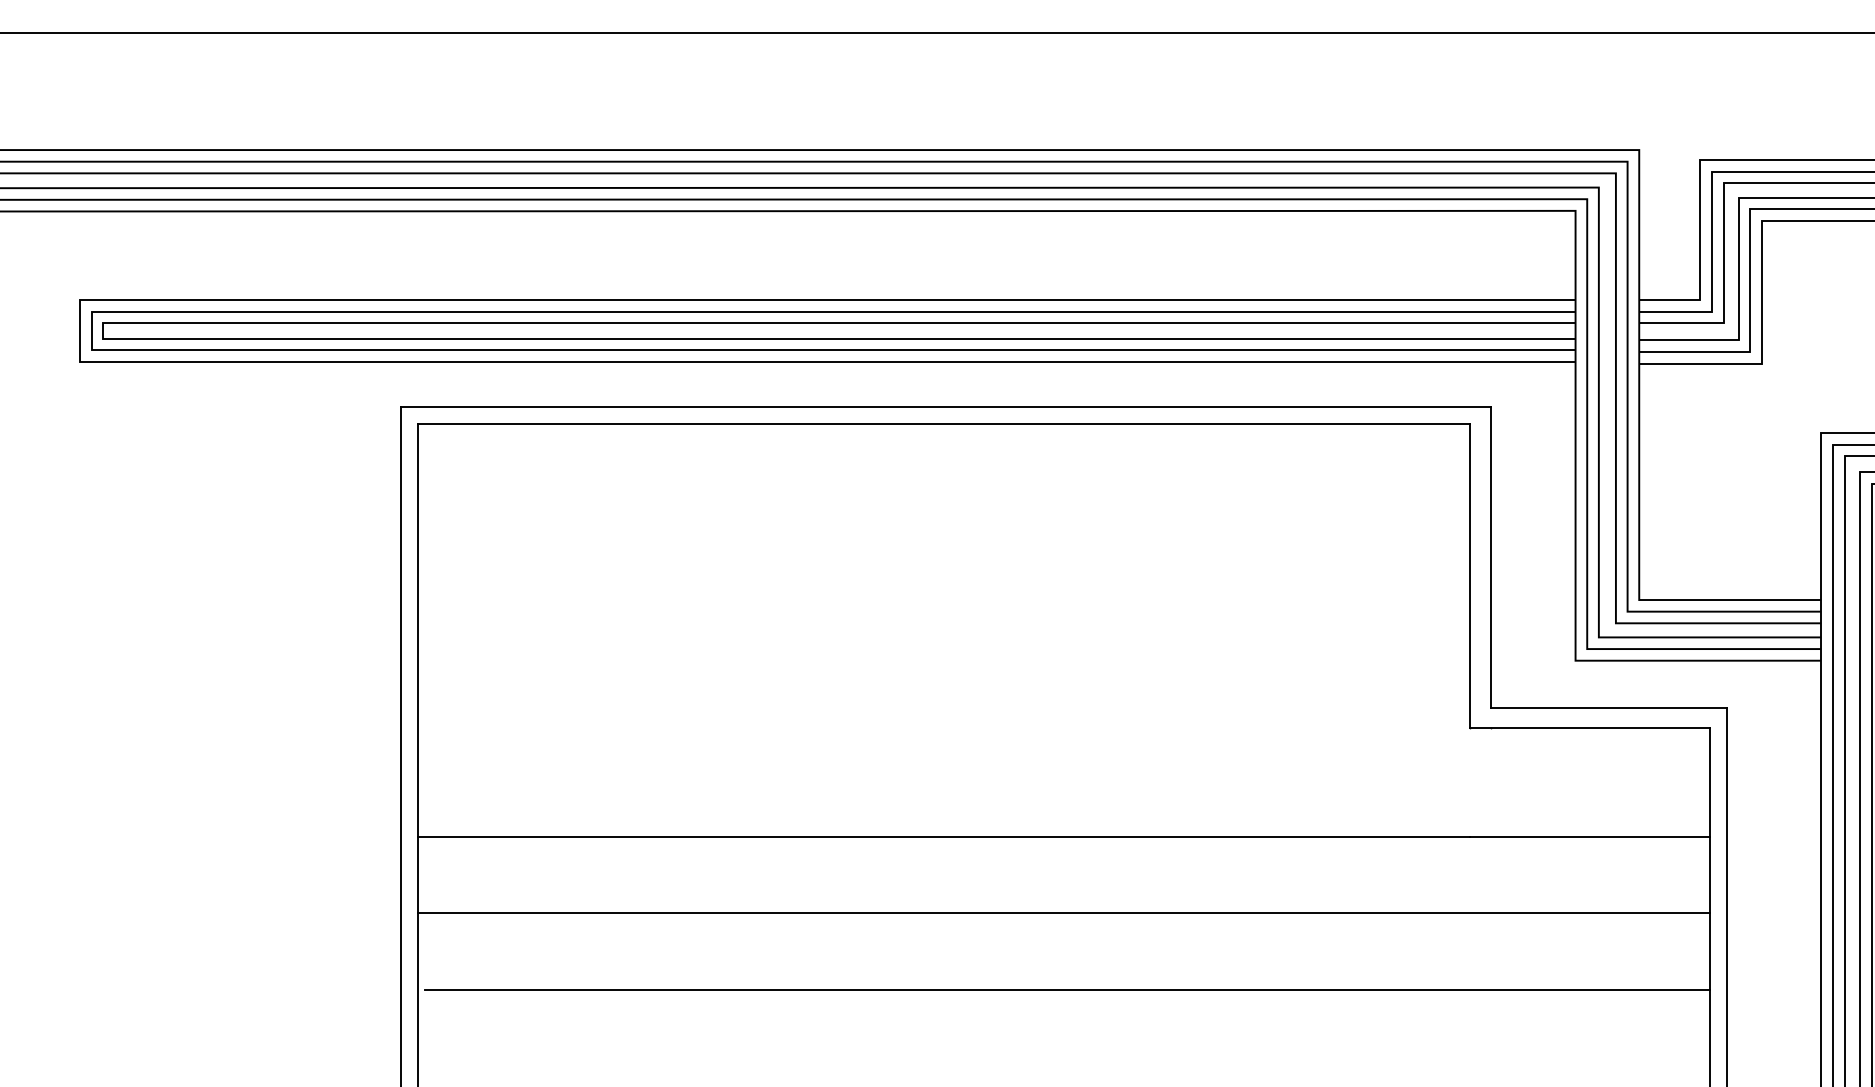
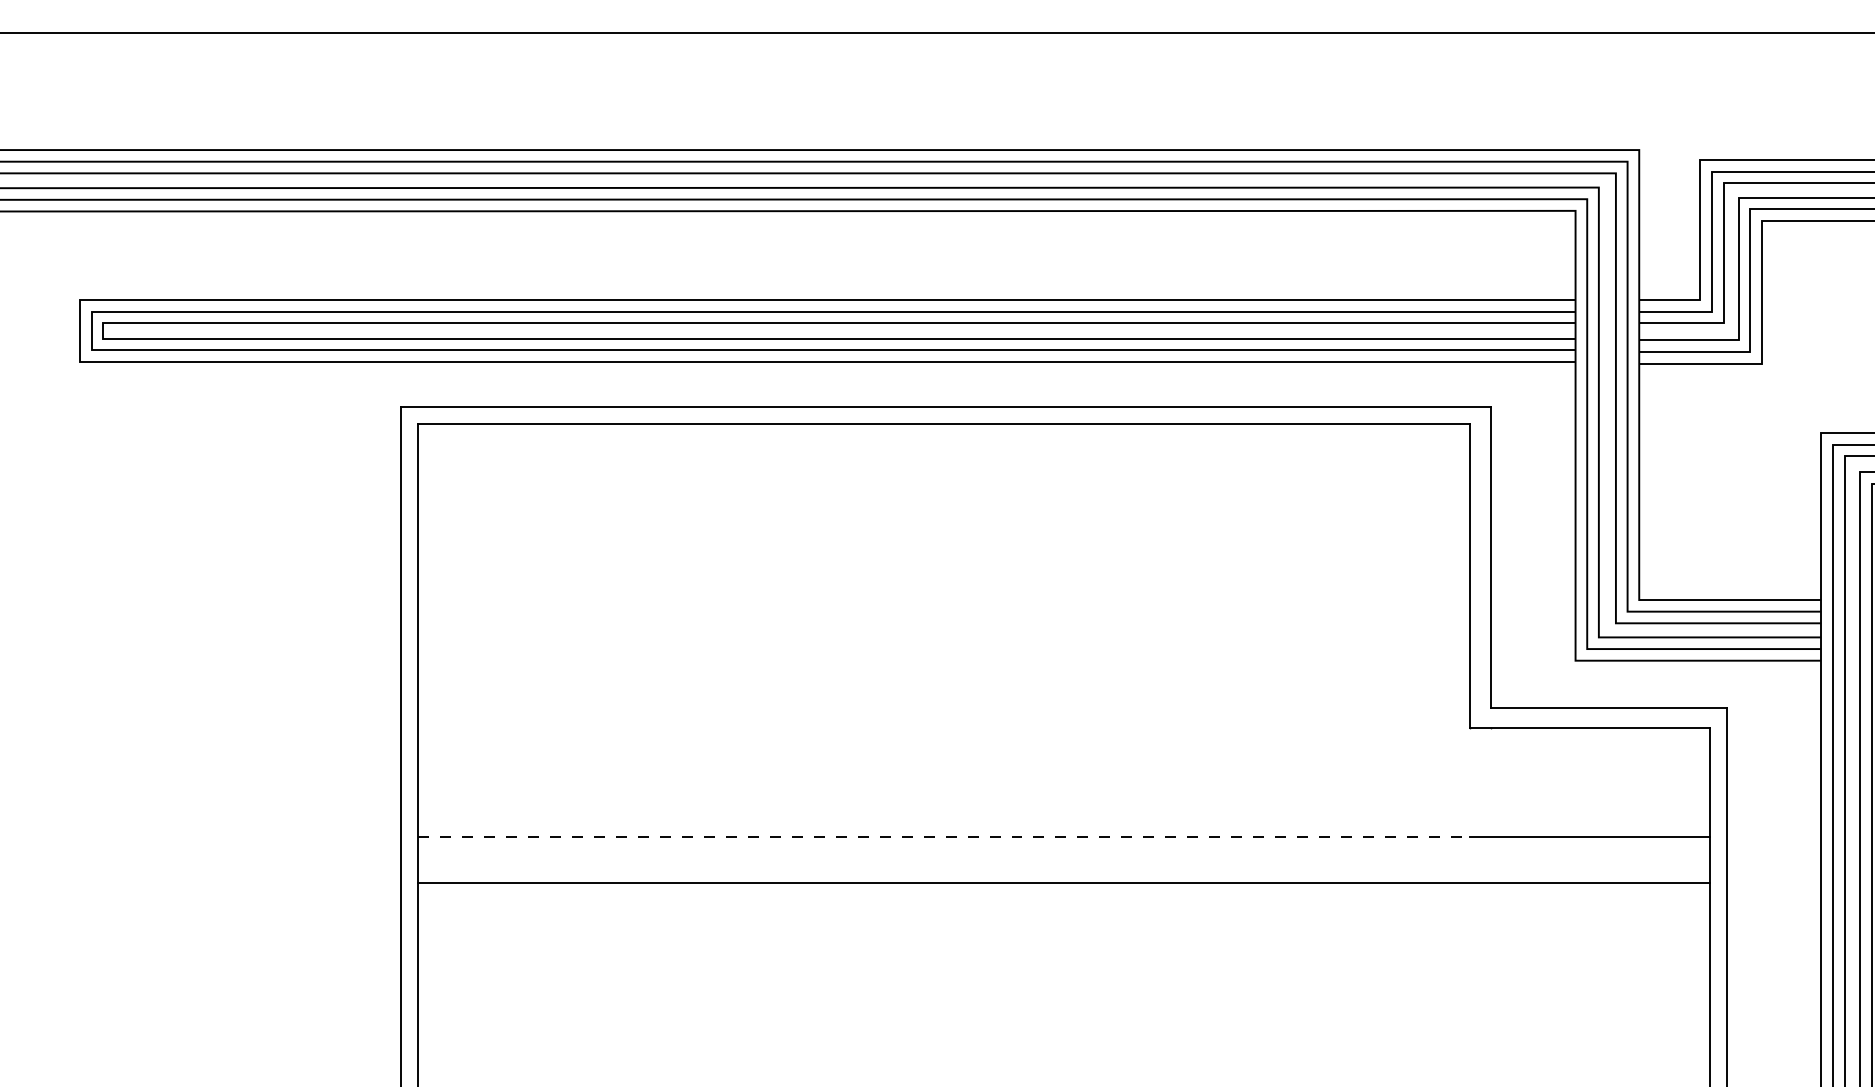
line at (944, 836): solid -> dashed
line at (1063, 913) position: (1063, 913) -> (1063, 883)
line at (1067, 990): present -> none
